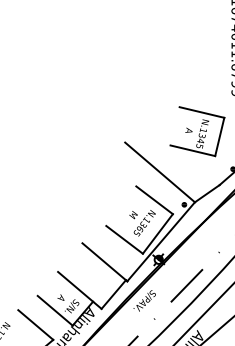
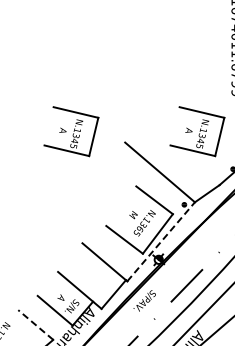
part at (71, 131): none -> present
line at (161, 241): solid -> dashed
line at (35, 325): solid -> dashed
